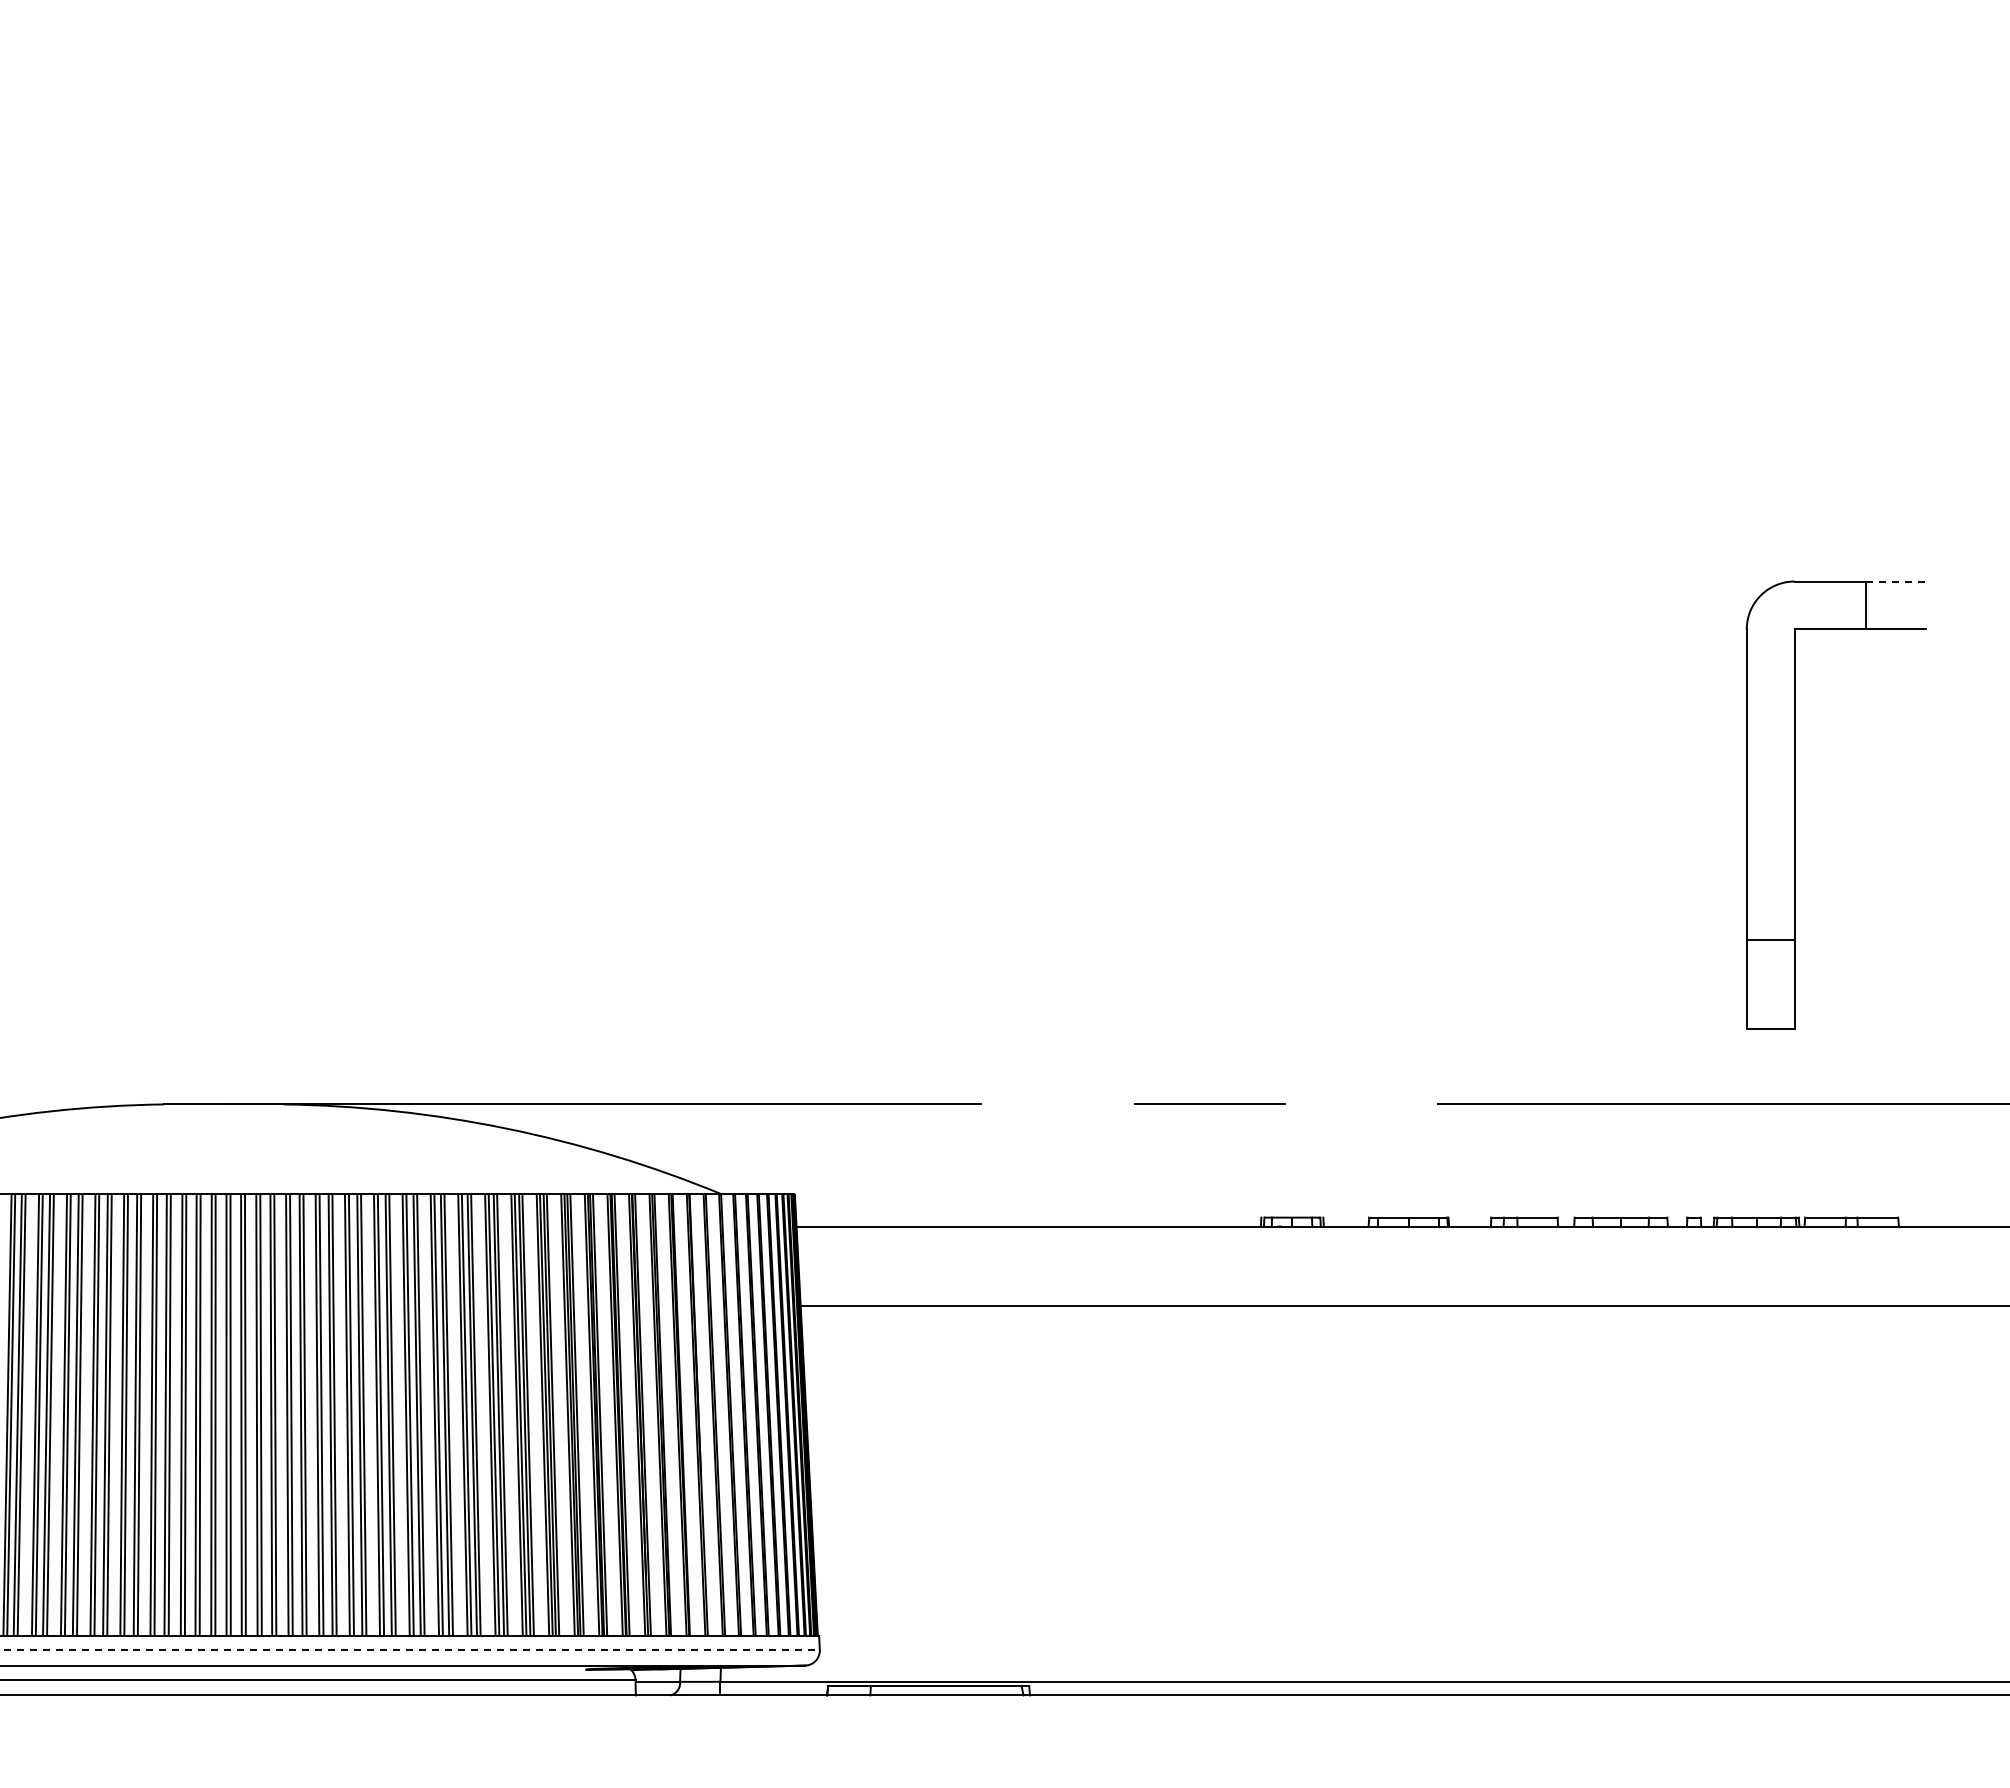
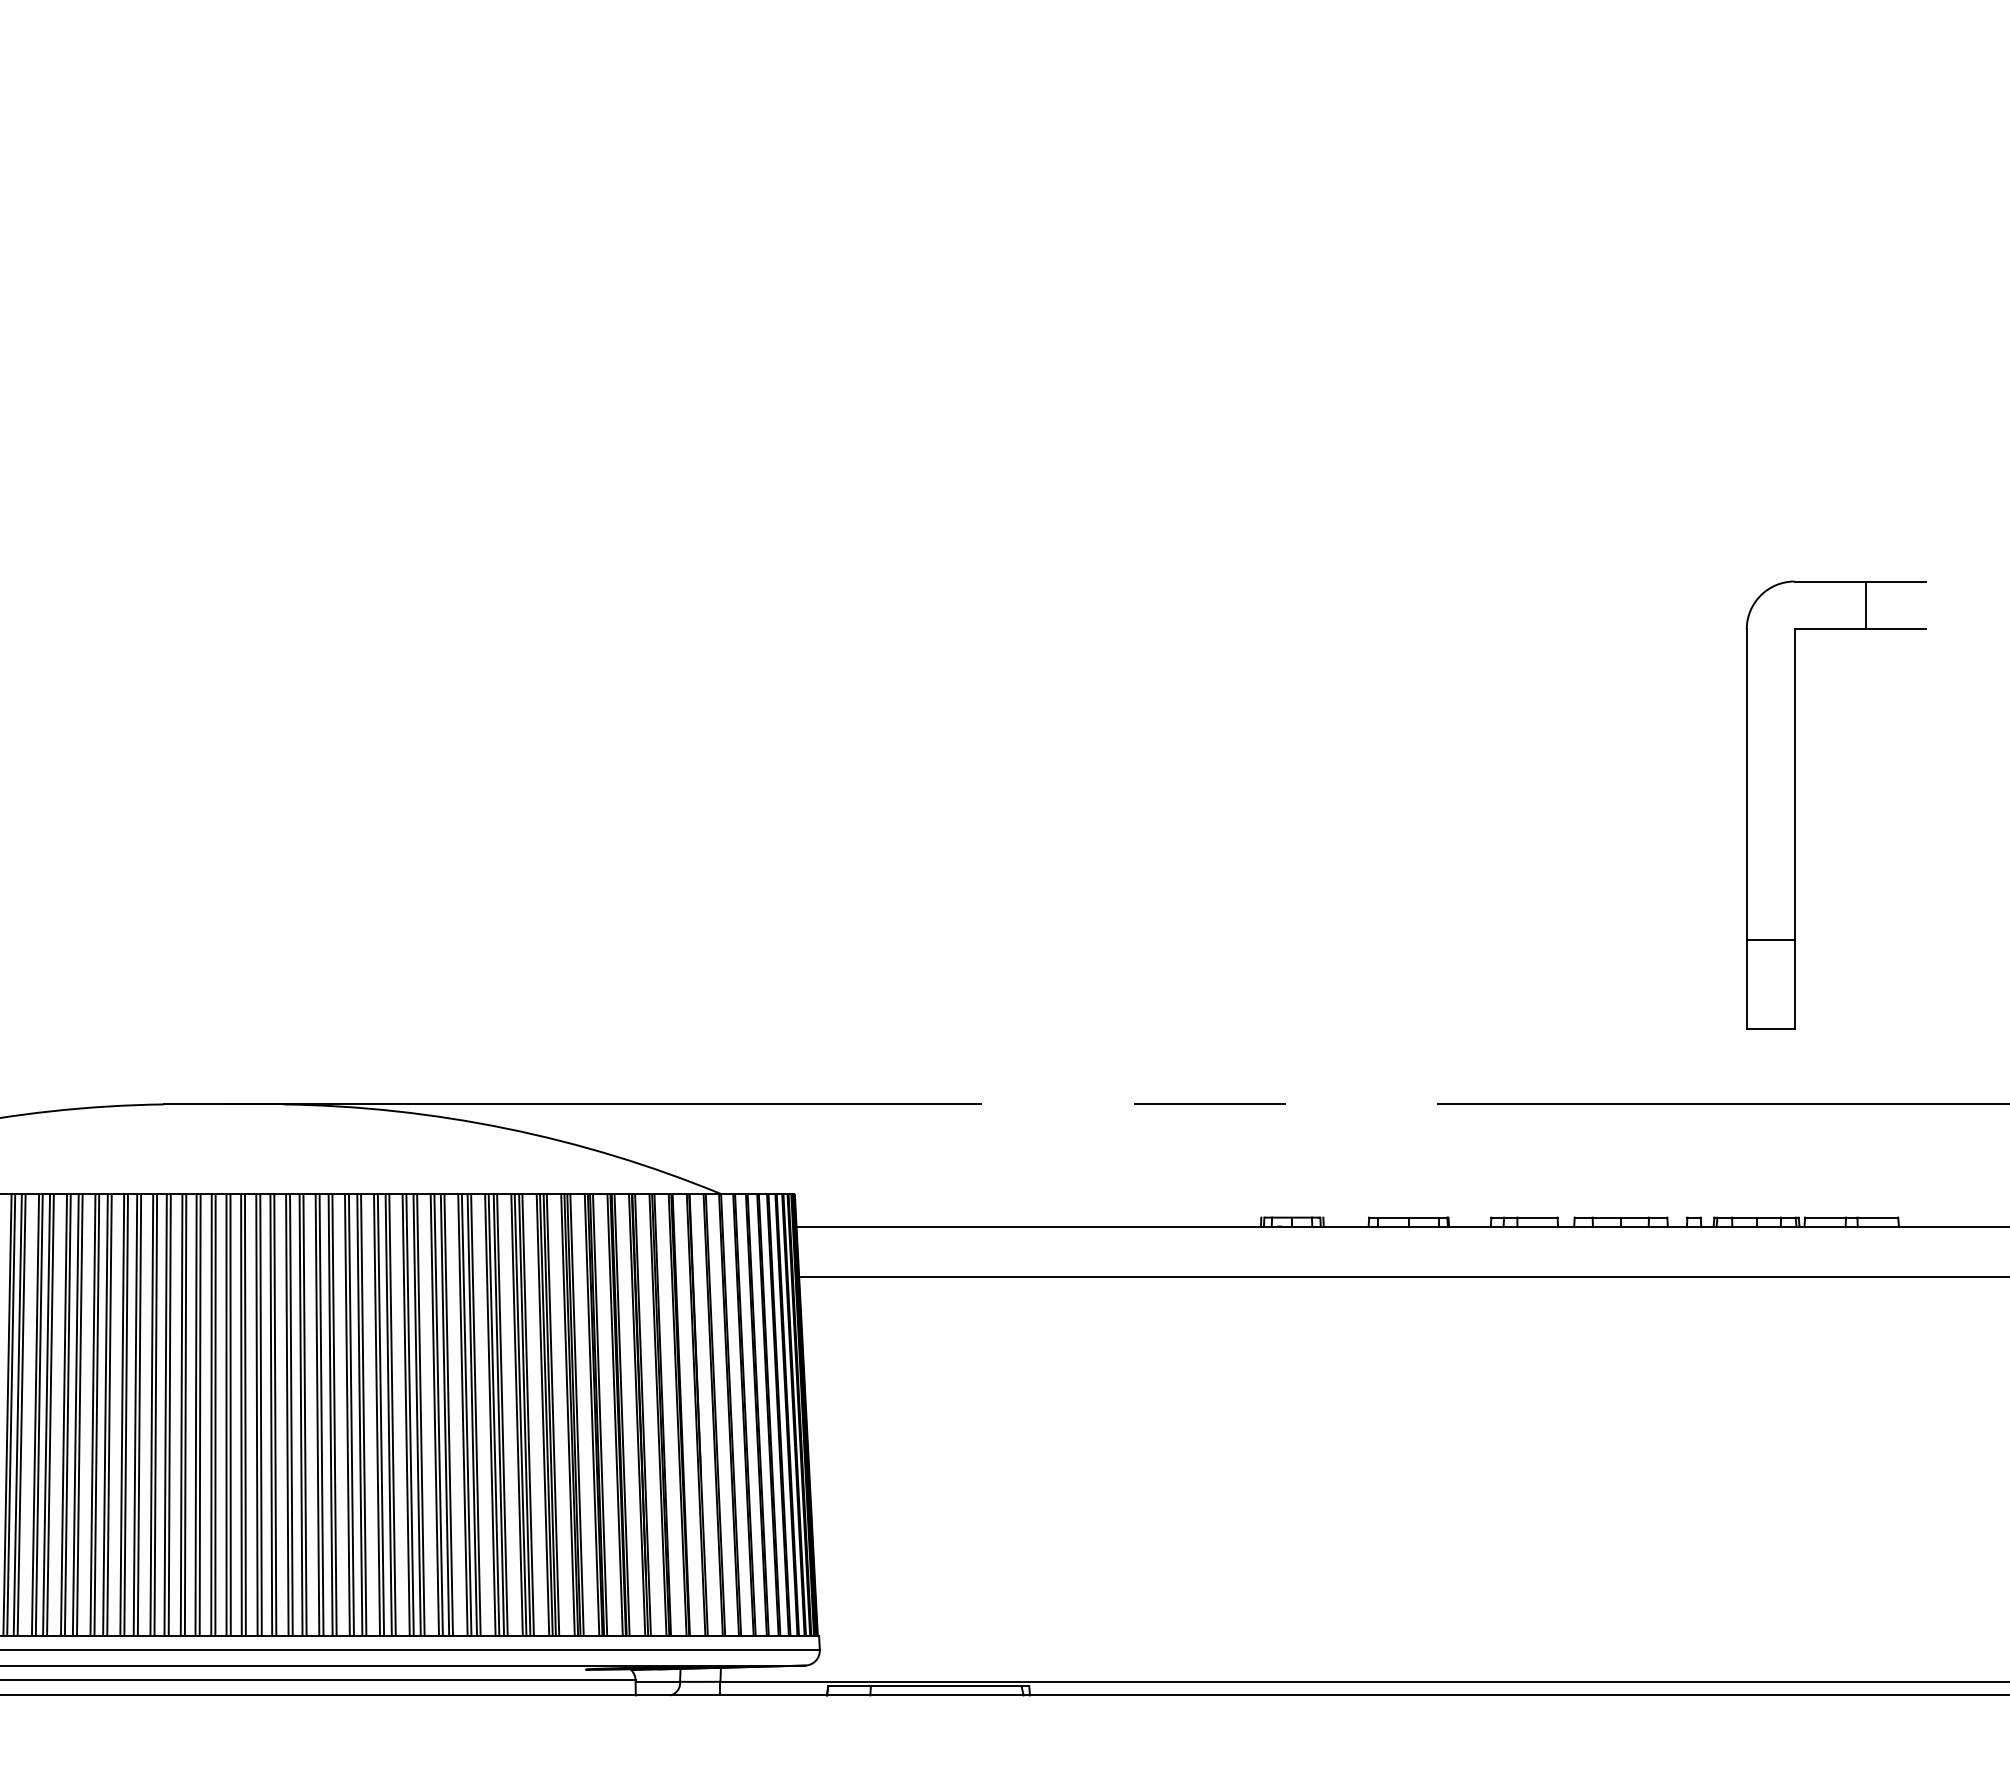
line at (1896, 581): dashed -> solid
line at (1402, 1305) position: (1402, 1305) -> (1402, 1276)
line at (410, 1649): dashed -> solid
